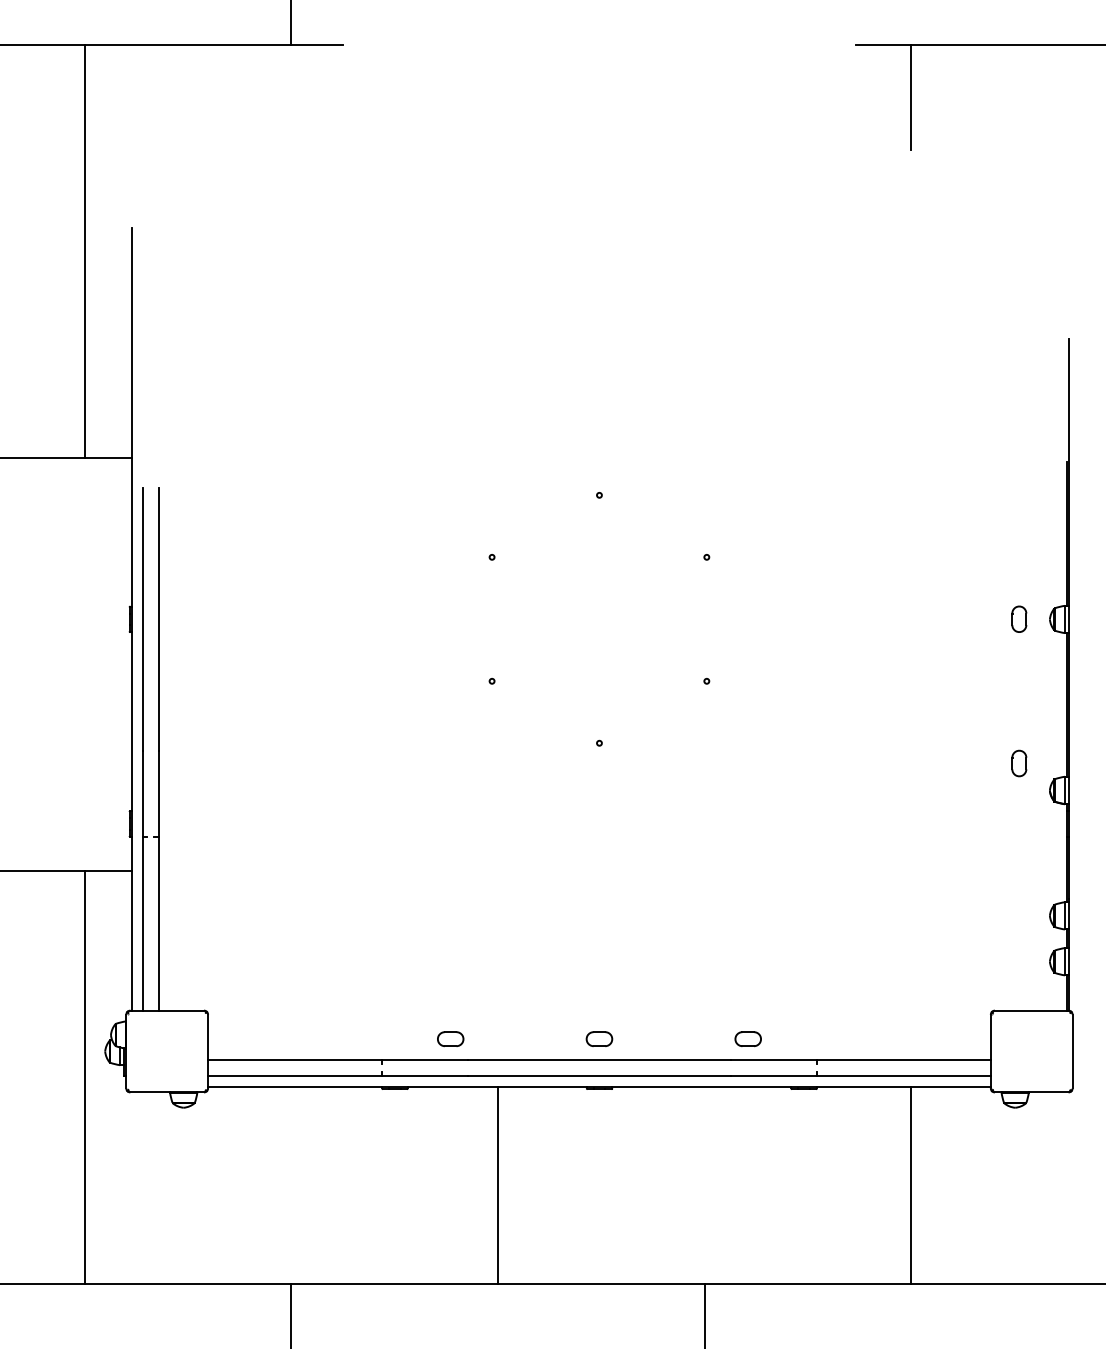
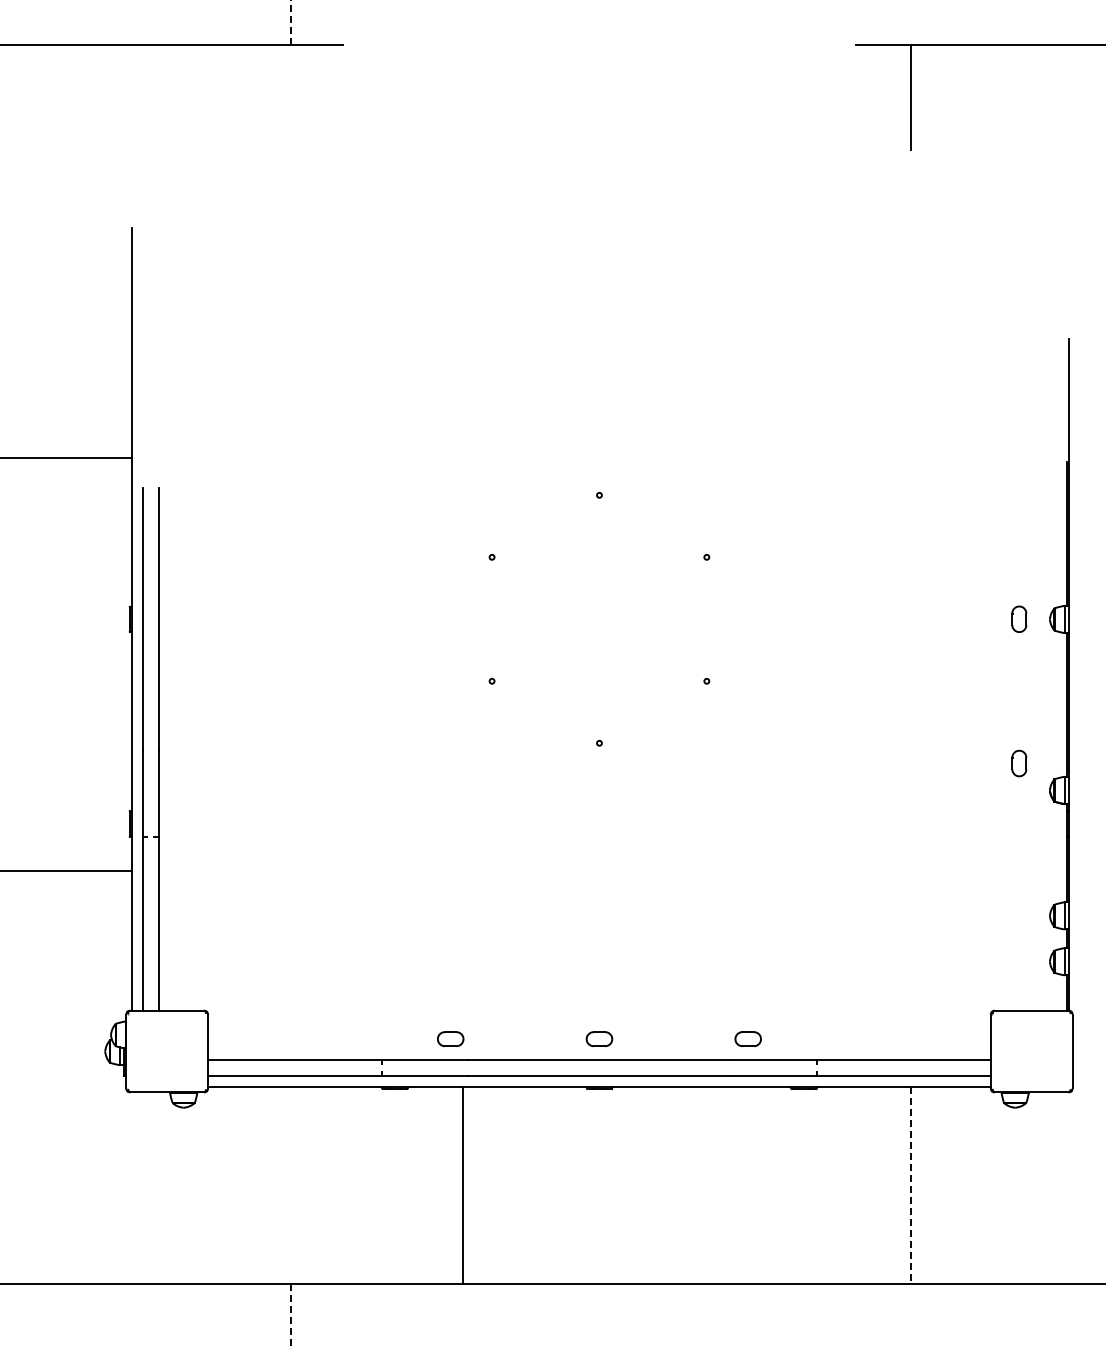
line at (291, 22): solid -> dashed
line at (84, 250): present -> none
line at (84, 1077): present -> none
line at (497, 1185) position: (497, 1185) -> (462, 1185)
line at (911, 1185): solid -> dashed
line at (704, 1314): present -> none
line at (291, 1316): solid -> dashed
